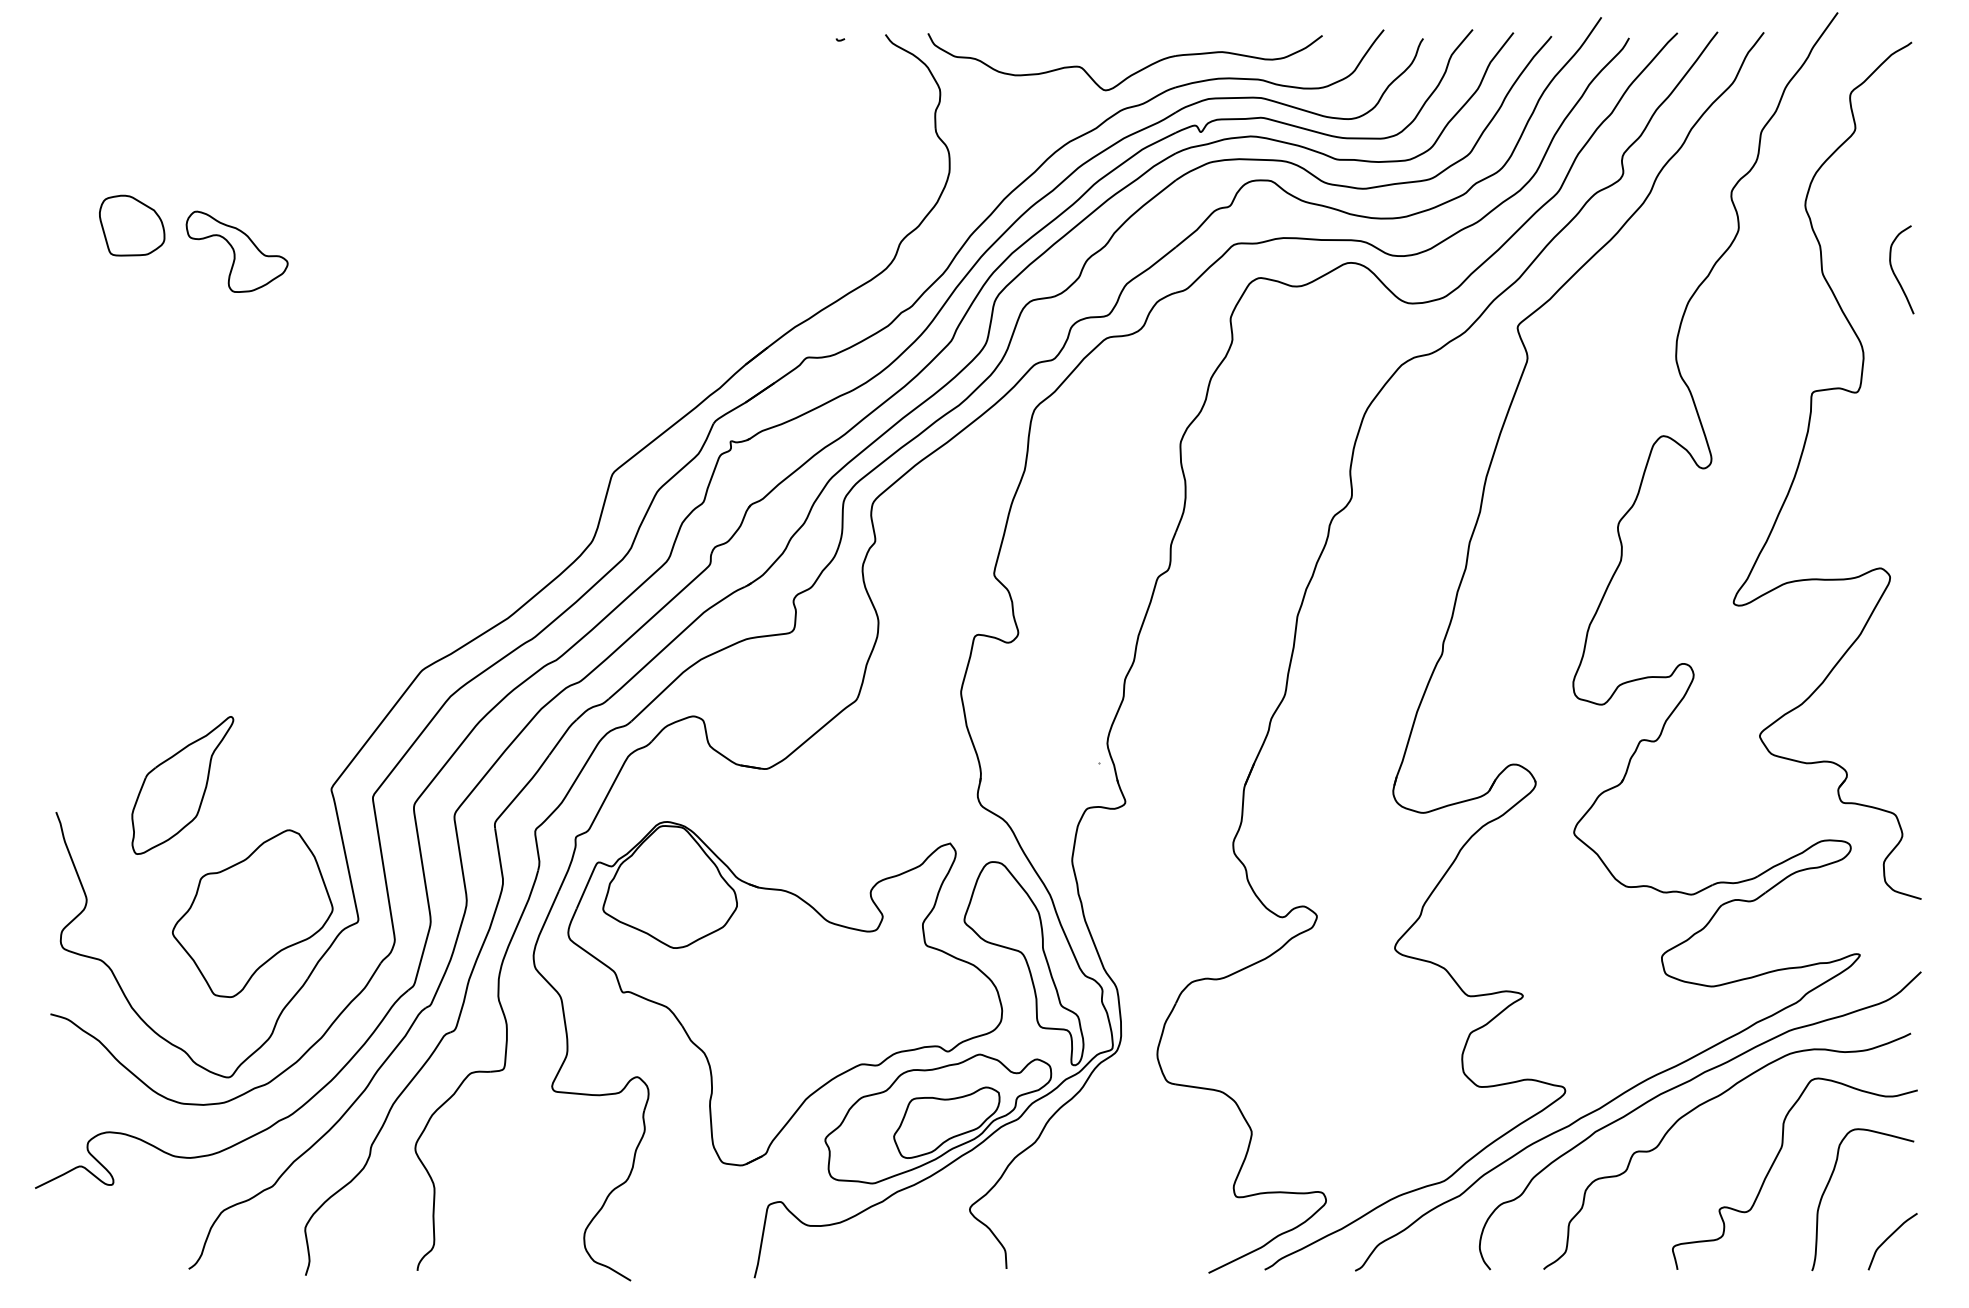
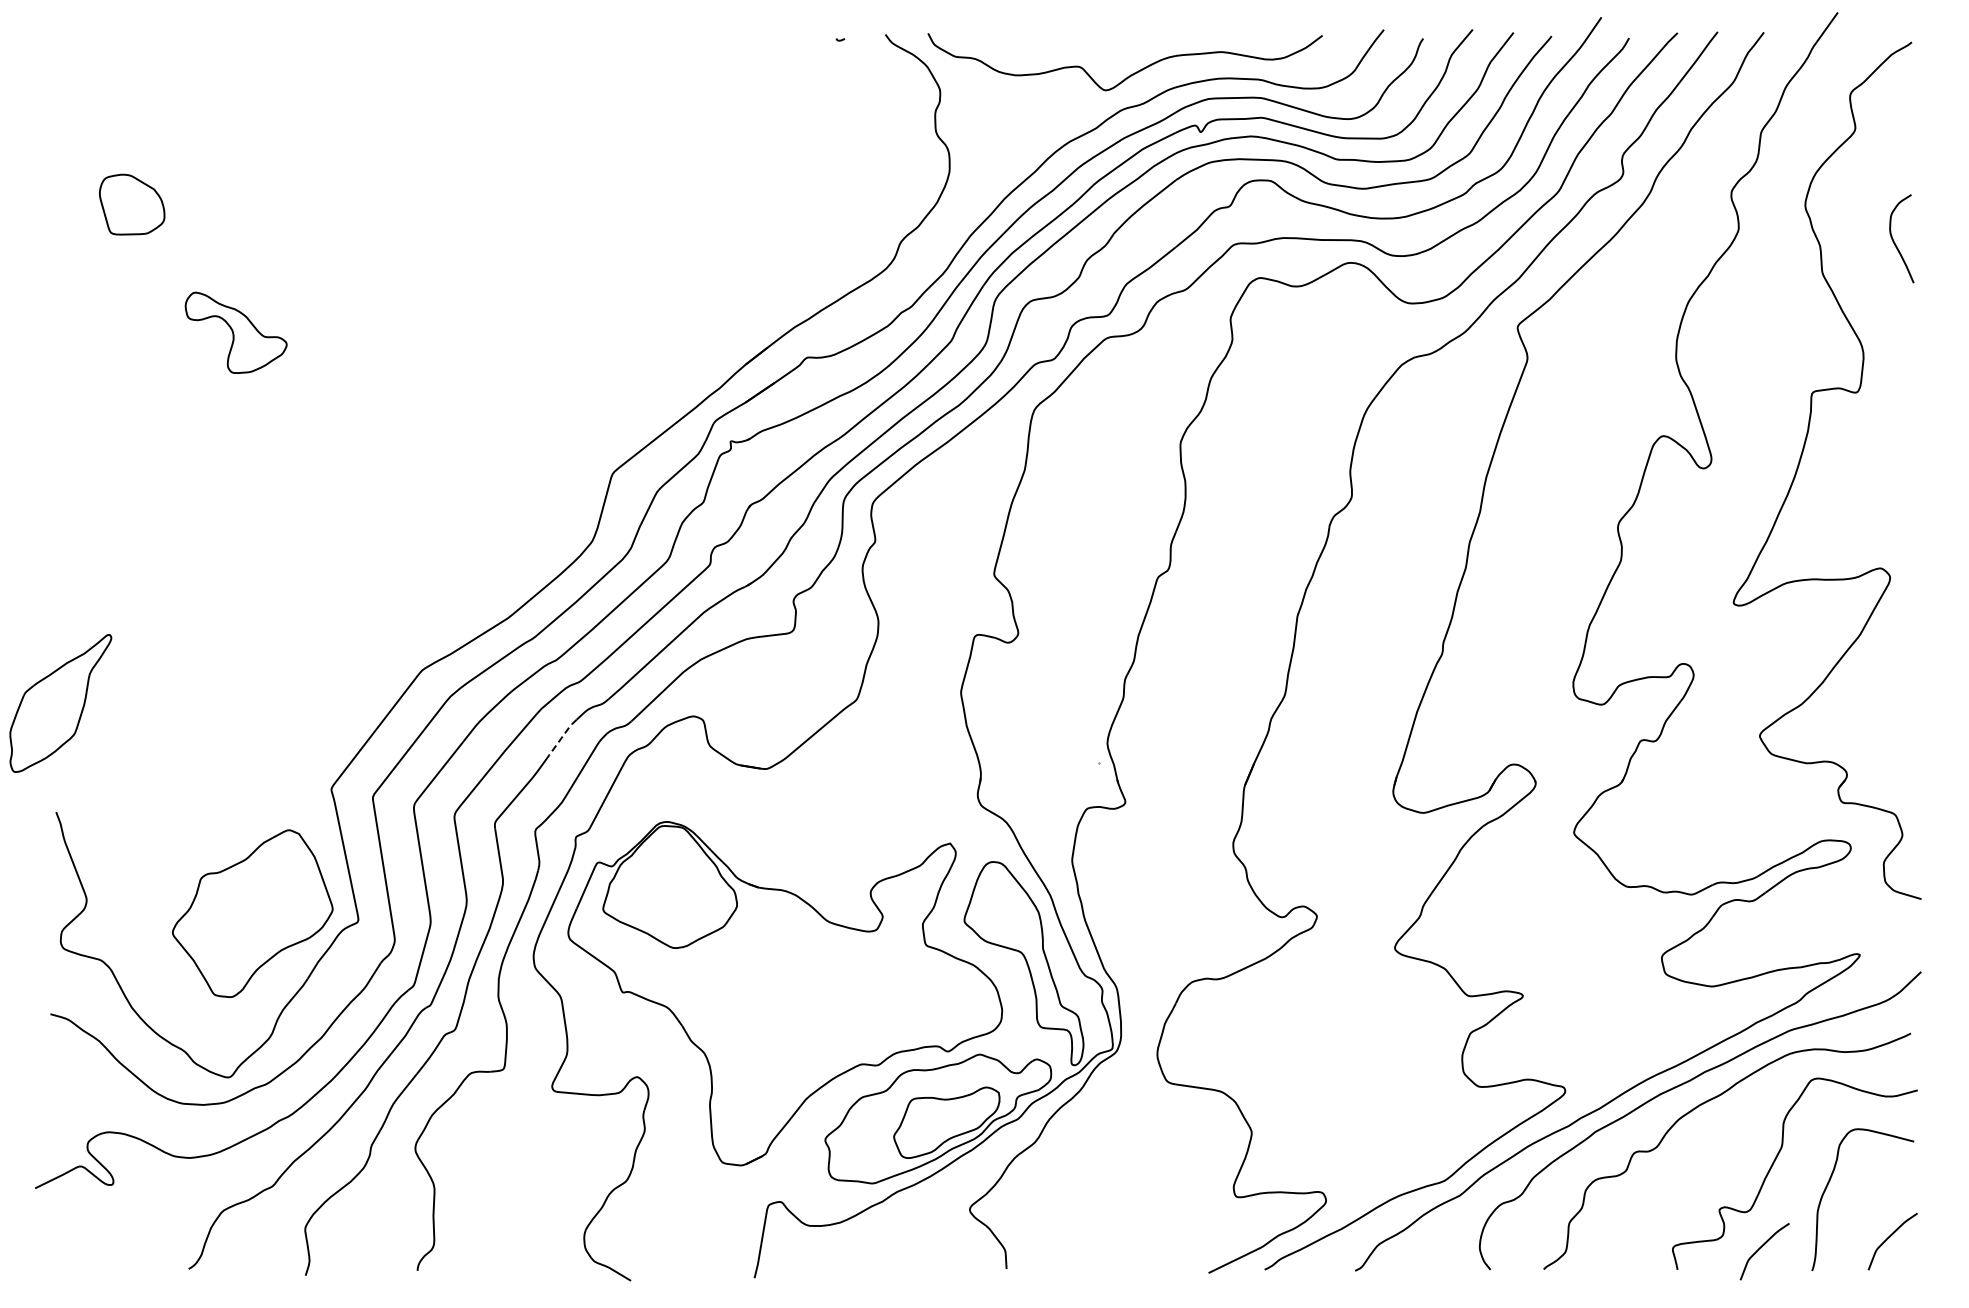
part at (132, 225) position: (132, 225) -> (132, 204)
part at (236, 251) position: (236, 251) -> (235, 332)
curve at (1894, 271) position: (1894, 271) -> (1894, 240)
line at (562, 736): solid -> dashed
part at (182, 785) position: (182, 785) -> (60, 703)
curve at (1761, 1248): none -> present
